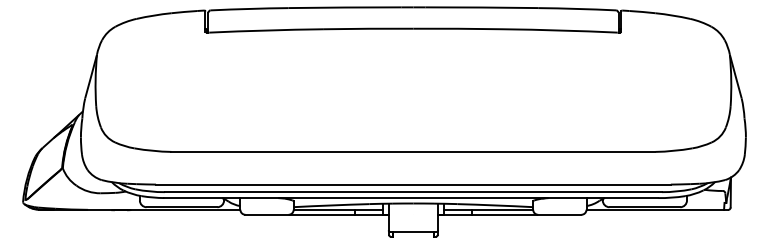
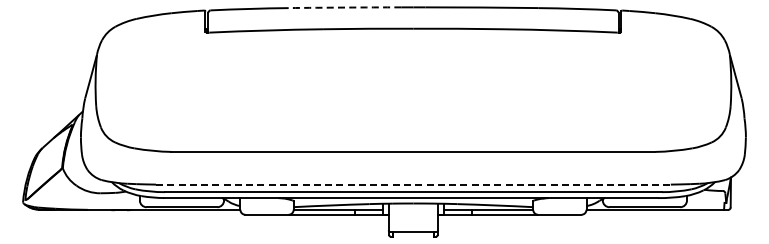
arc at (345, 7): solid -> dashed
line at (413, 184): solid -> dashed
